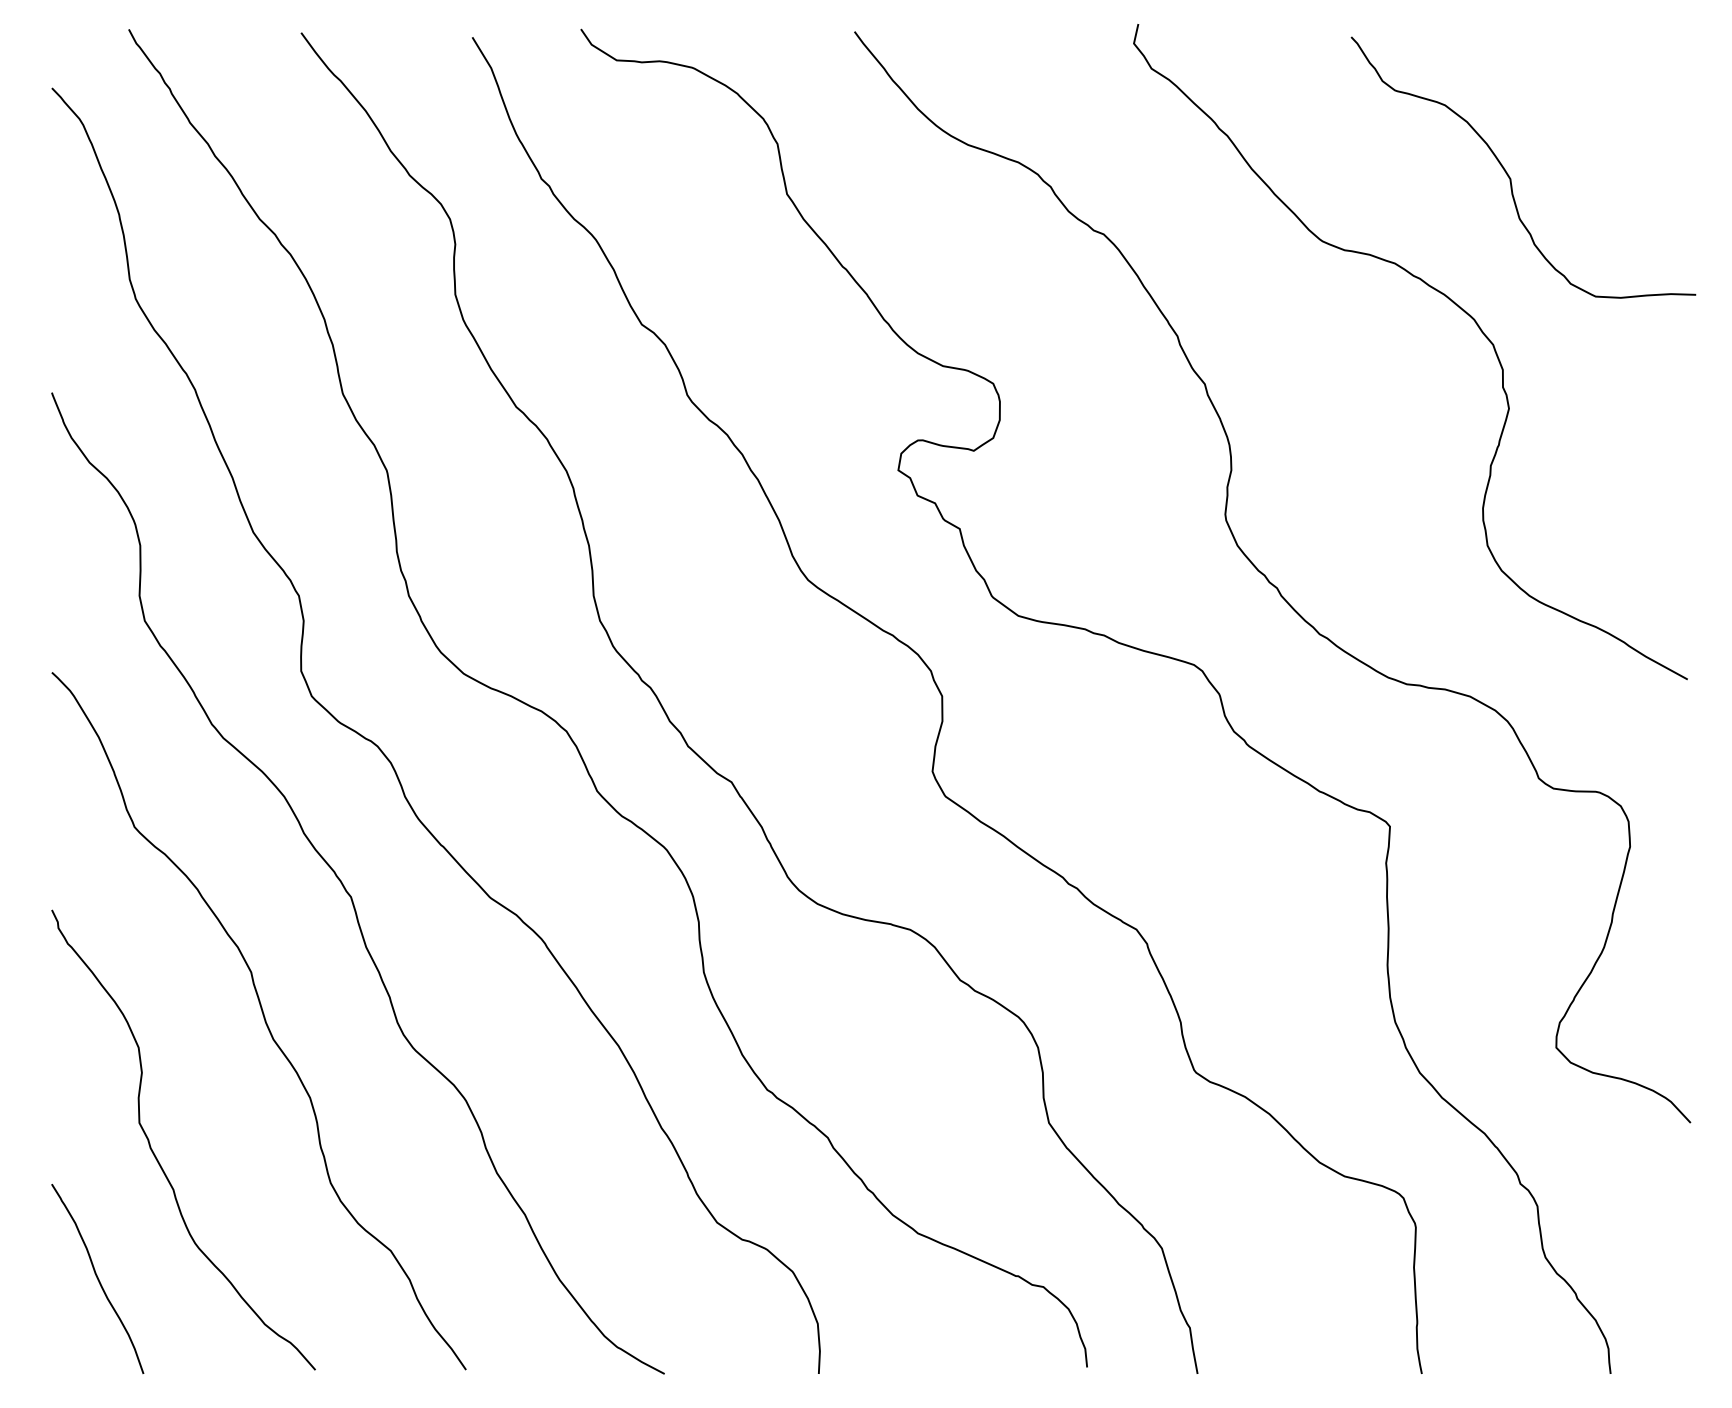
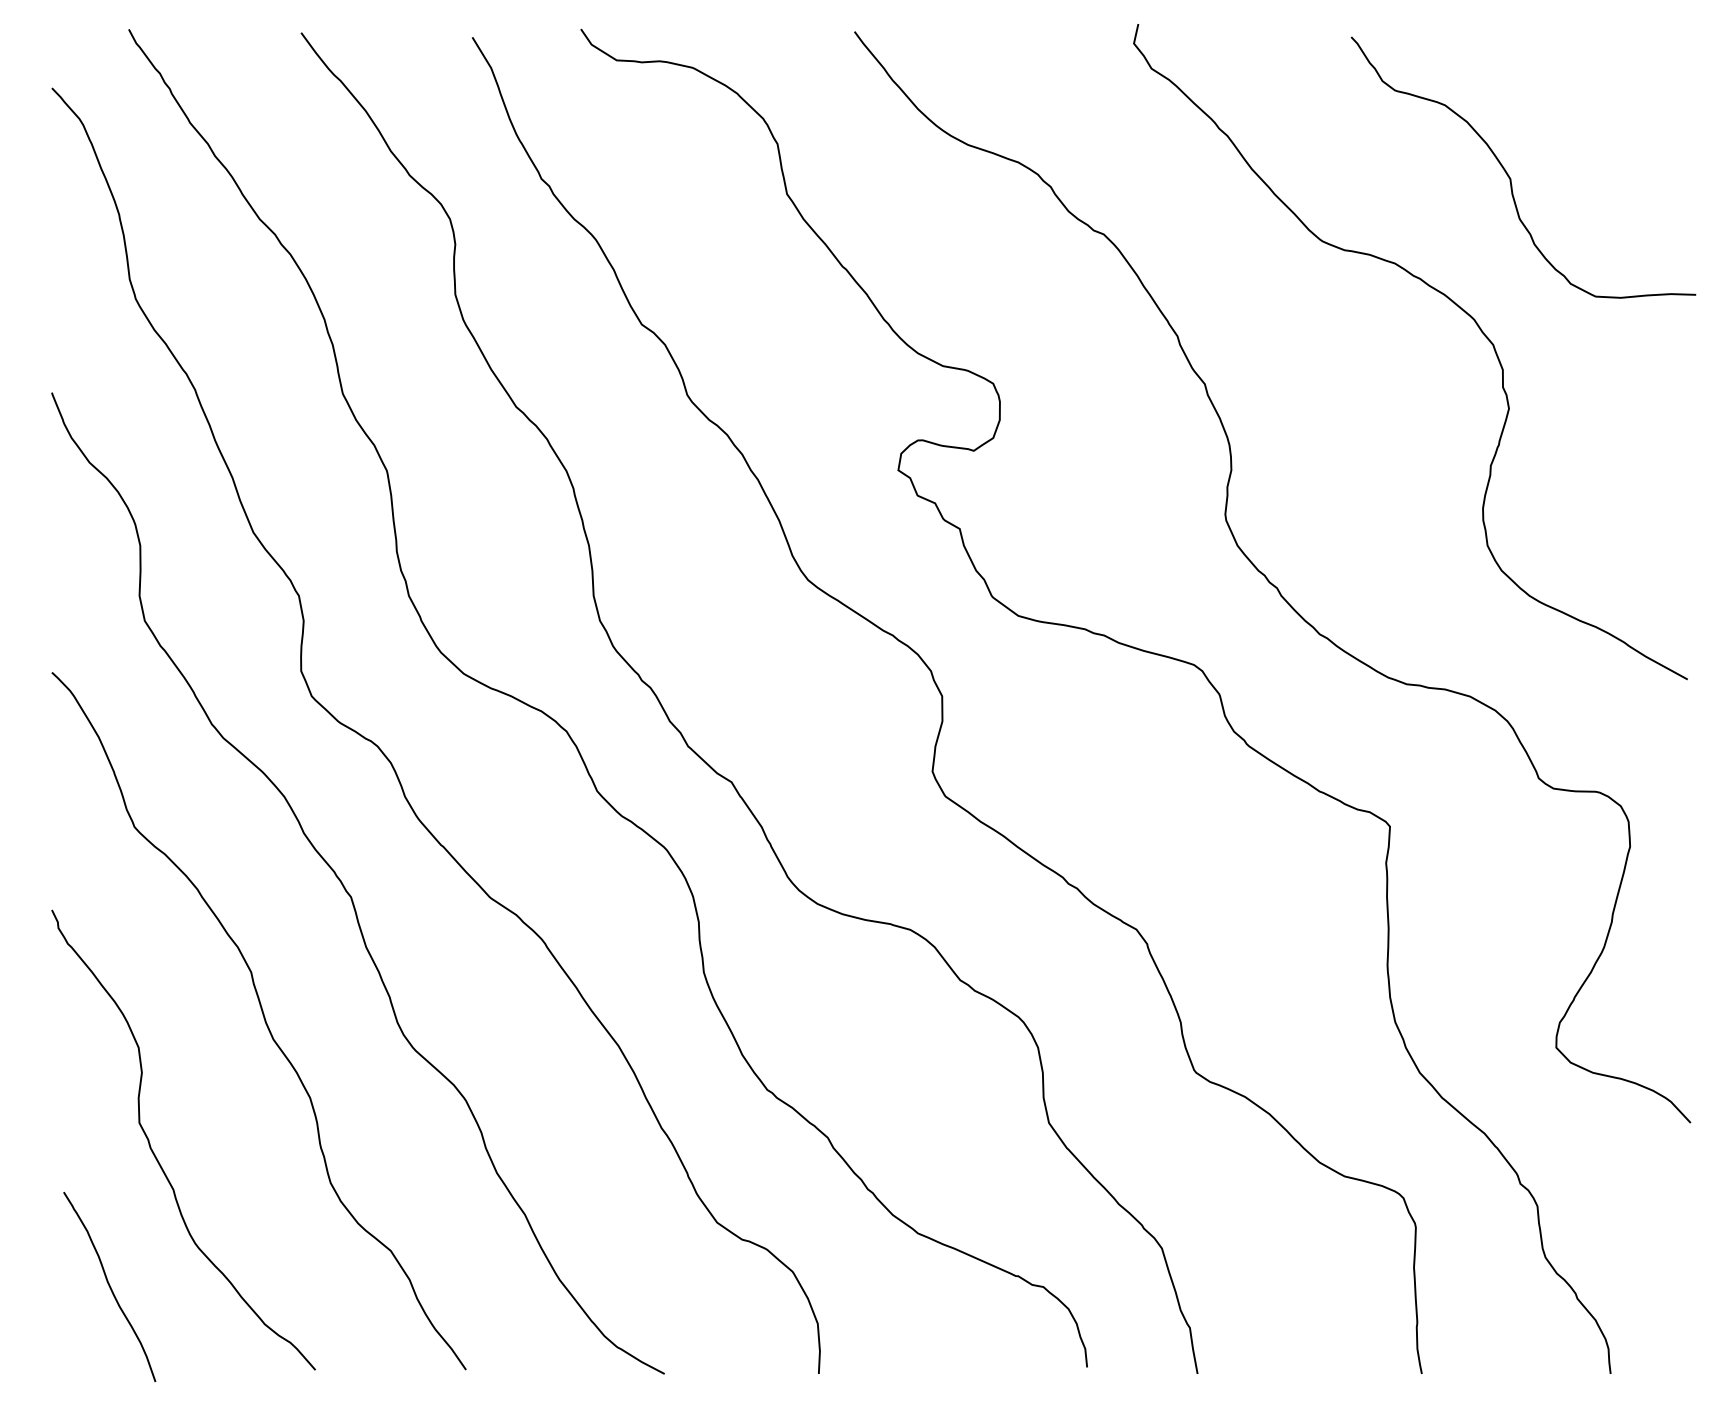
curve at (97, 1278) position: (97, 1278) -> (109, 1286)
